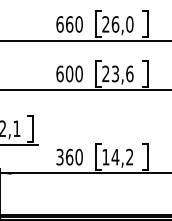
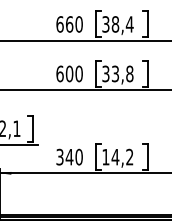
text at (117, 24): 26,0 -> 38,4
text at (117, 73): 23,6 -> 33,8
text at (69, 156): 360 -> 340
